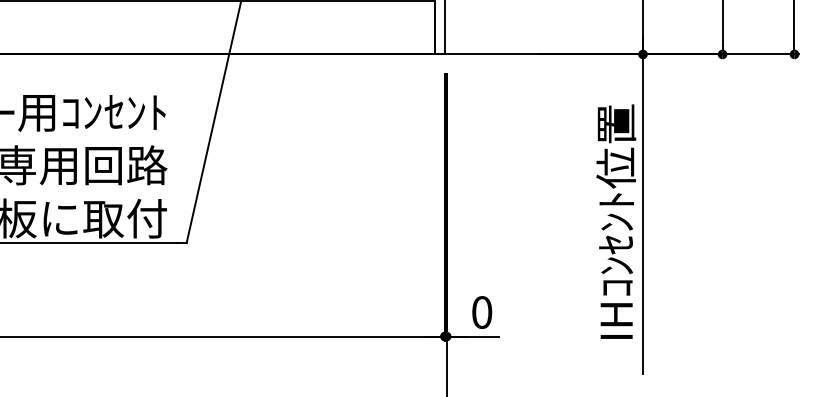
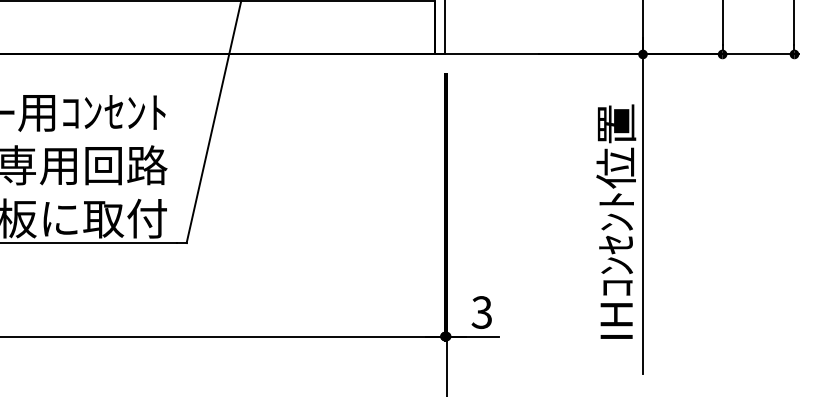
text at (481, 312): 0 -> 3
